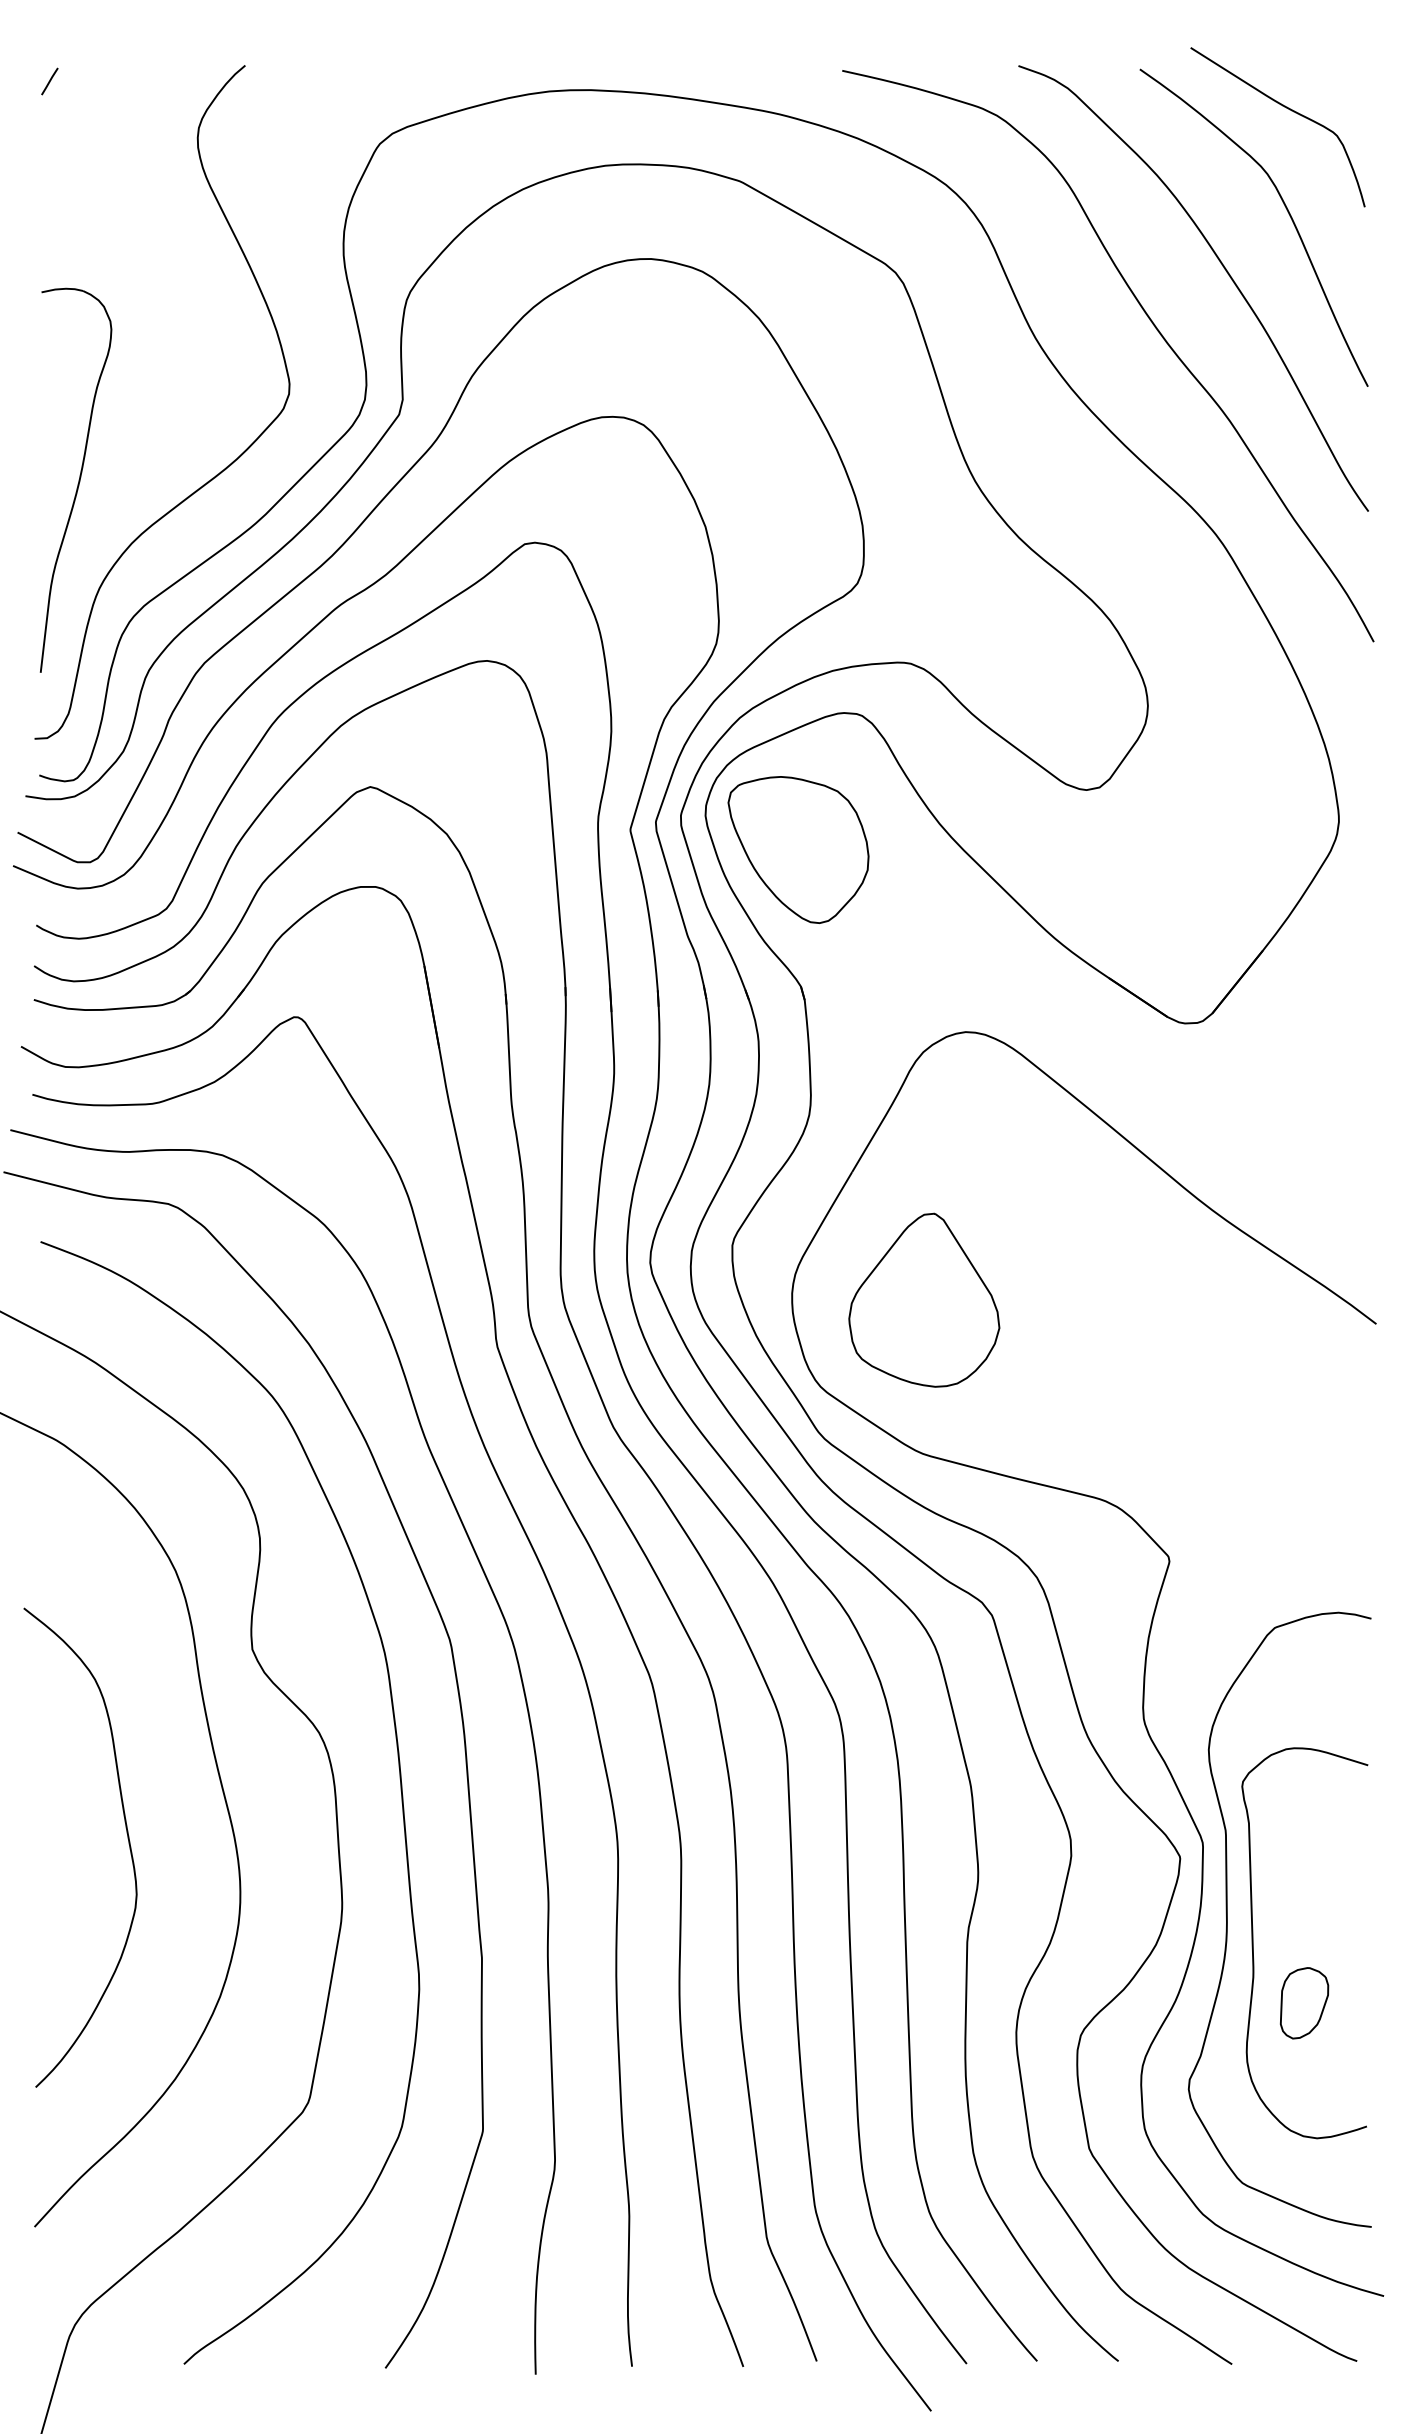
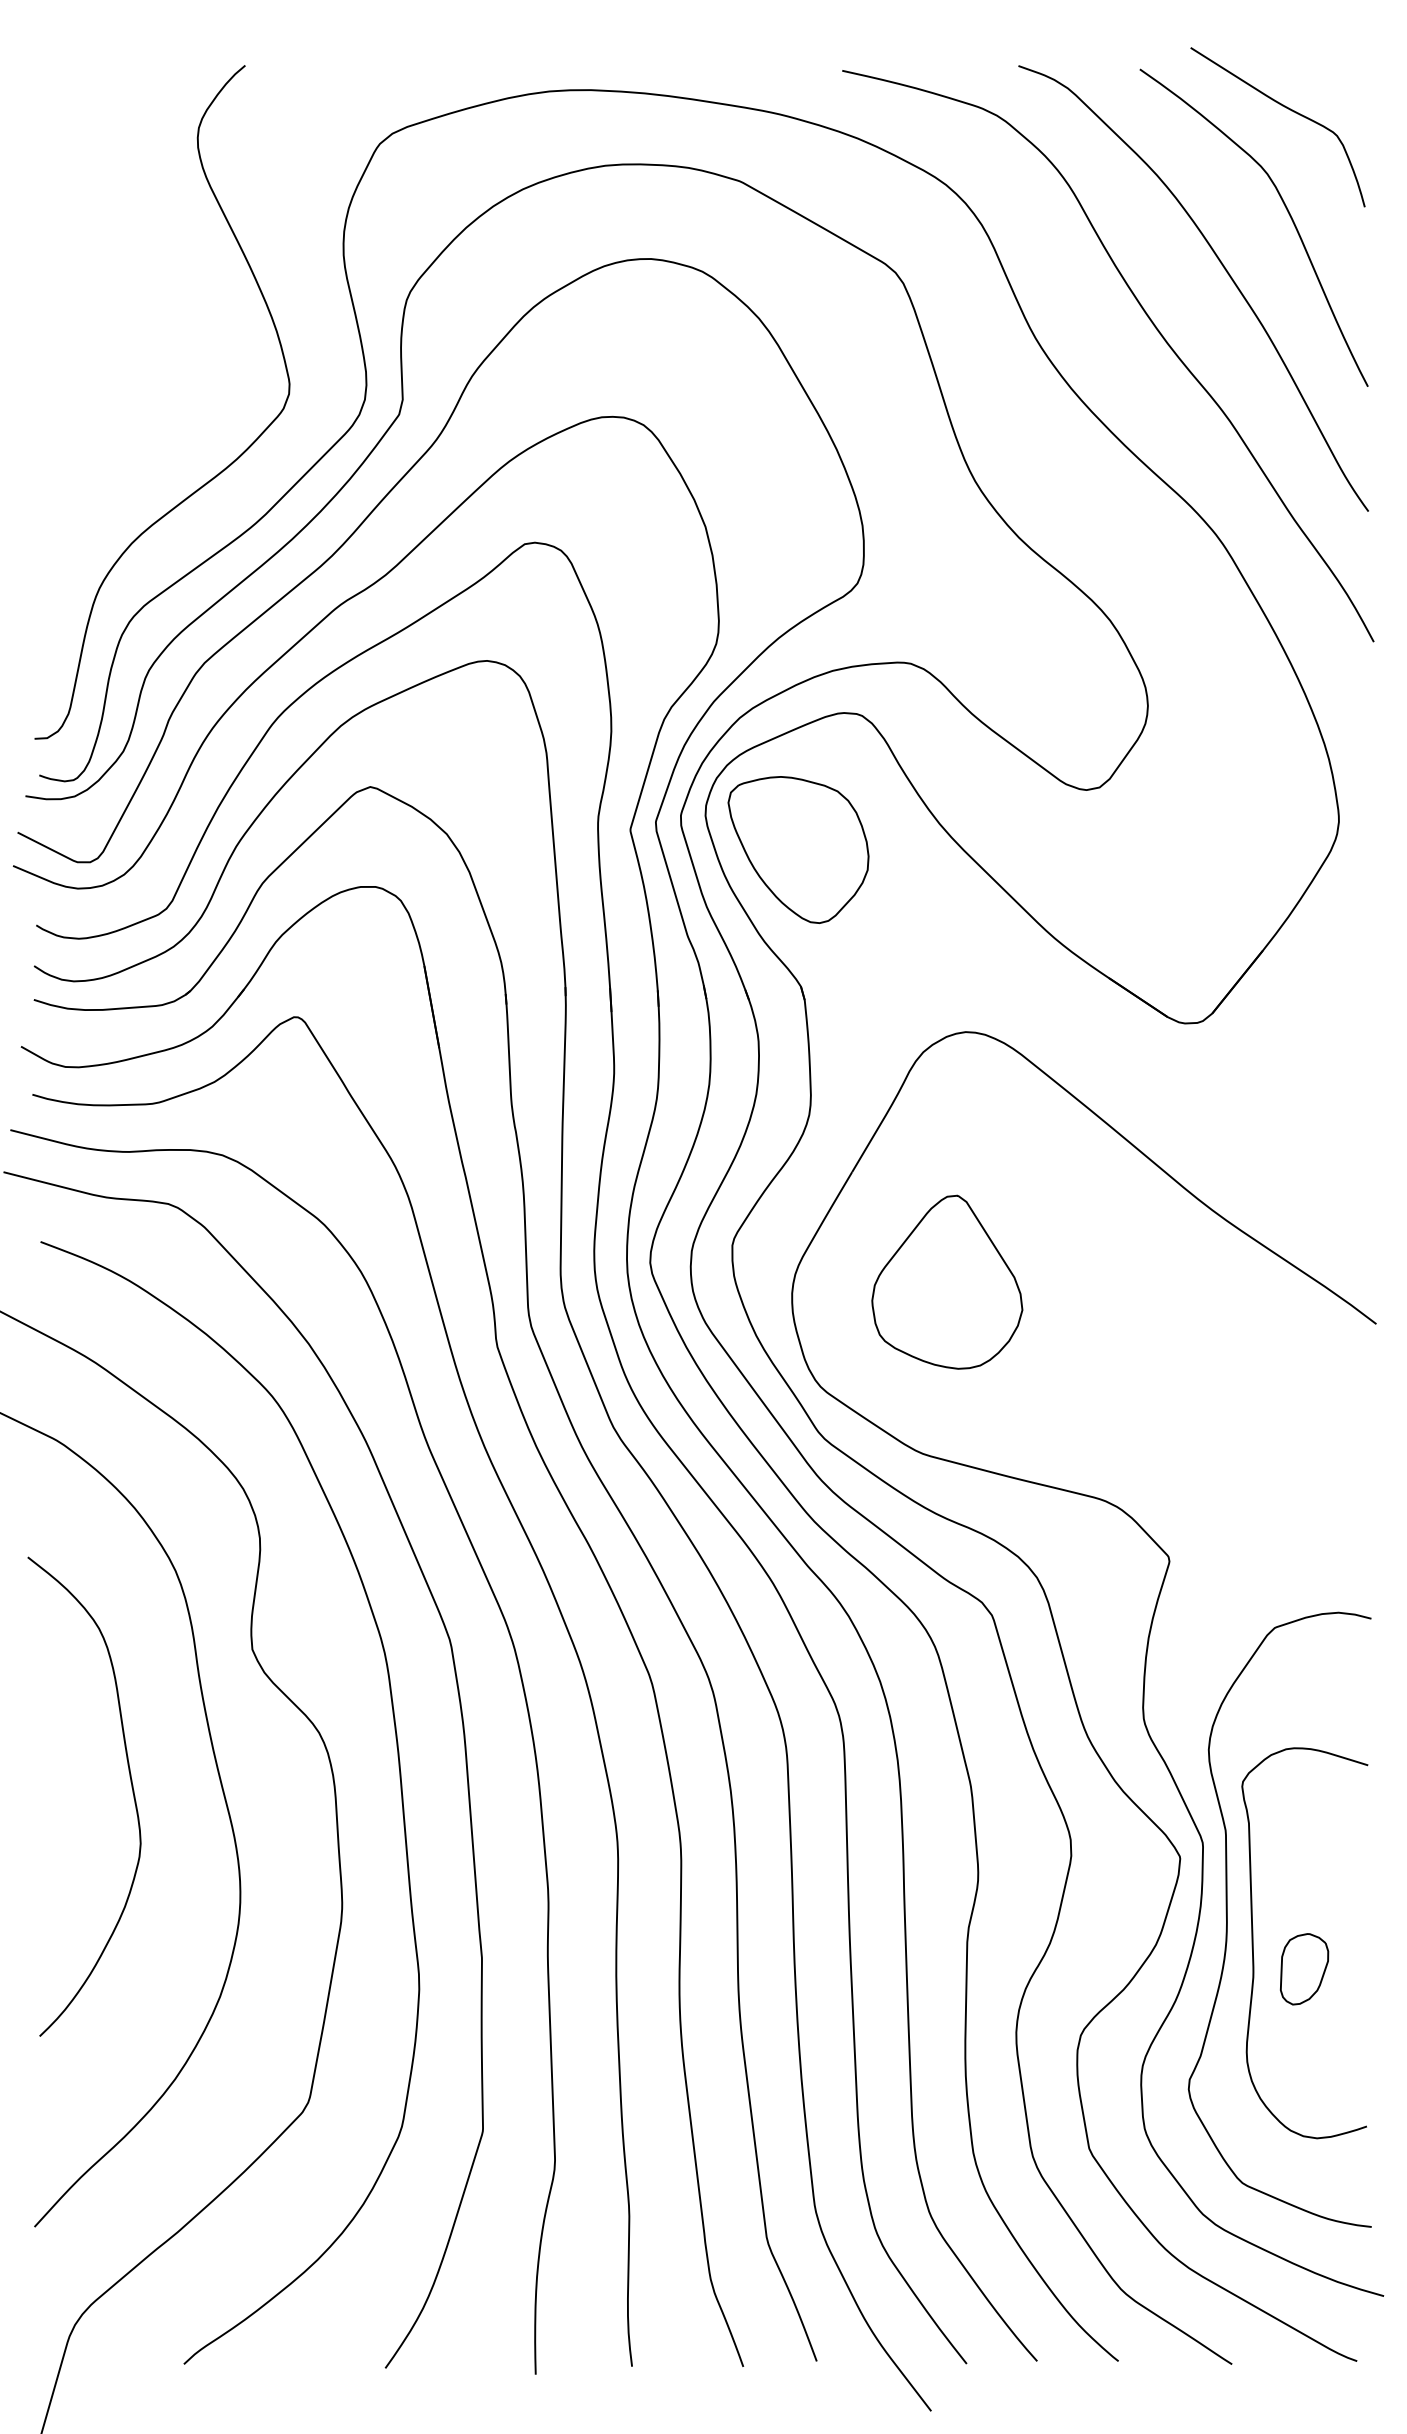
line at (49, 81): present -> none
part at (75, 479): present -> none
part at (924, 1299) position: (924, 1299) -> (947, 1281)
curve at (127, 1838) position: (127, 1838) -> (131, 1787)
part at (1304, 2003) position: (1304, 2003) -> (1304, 1969)
